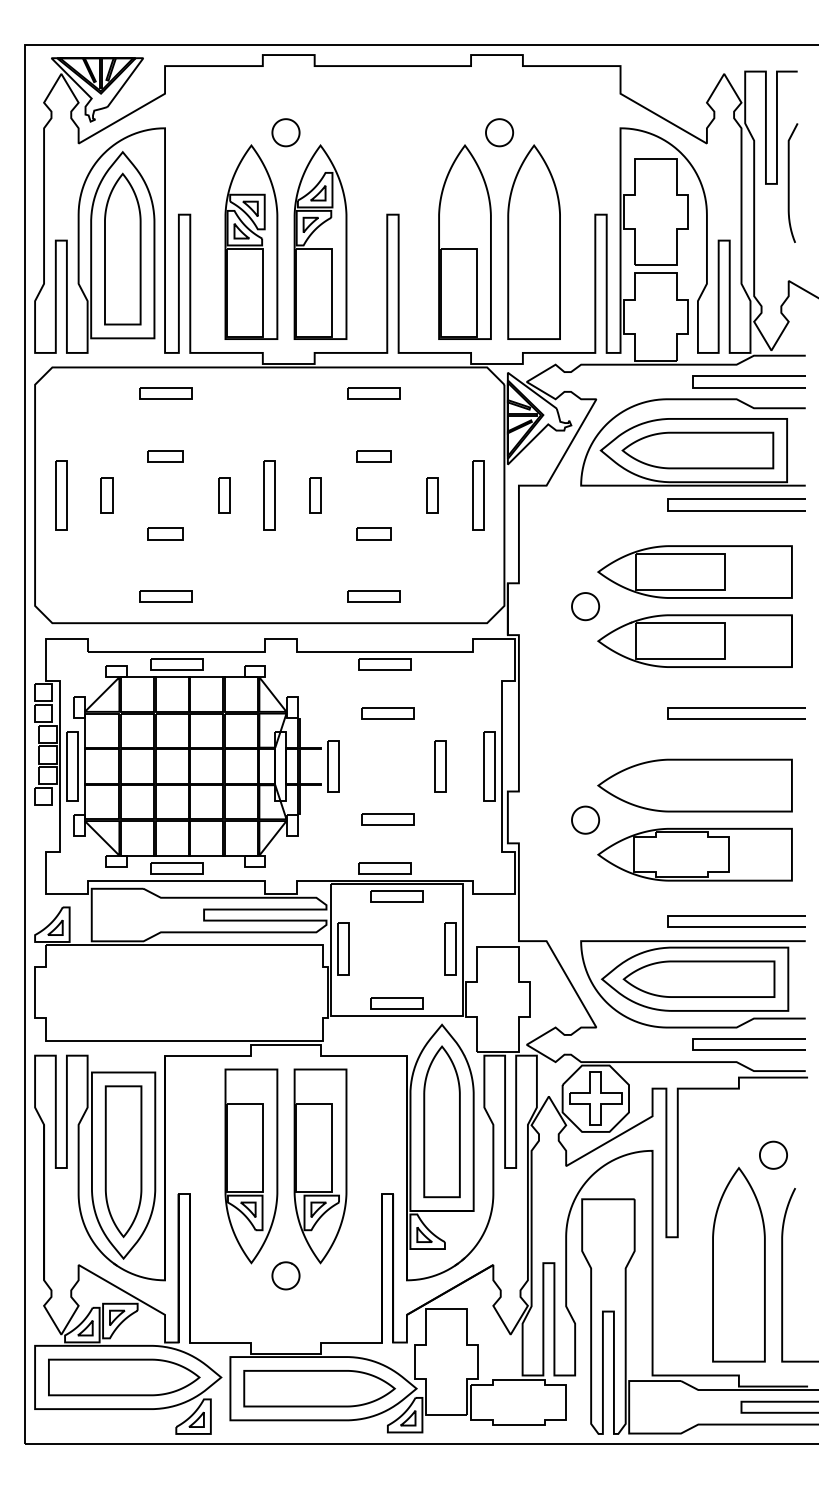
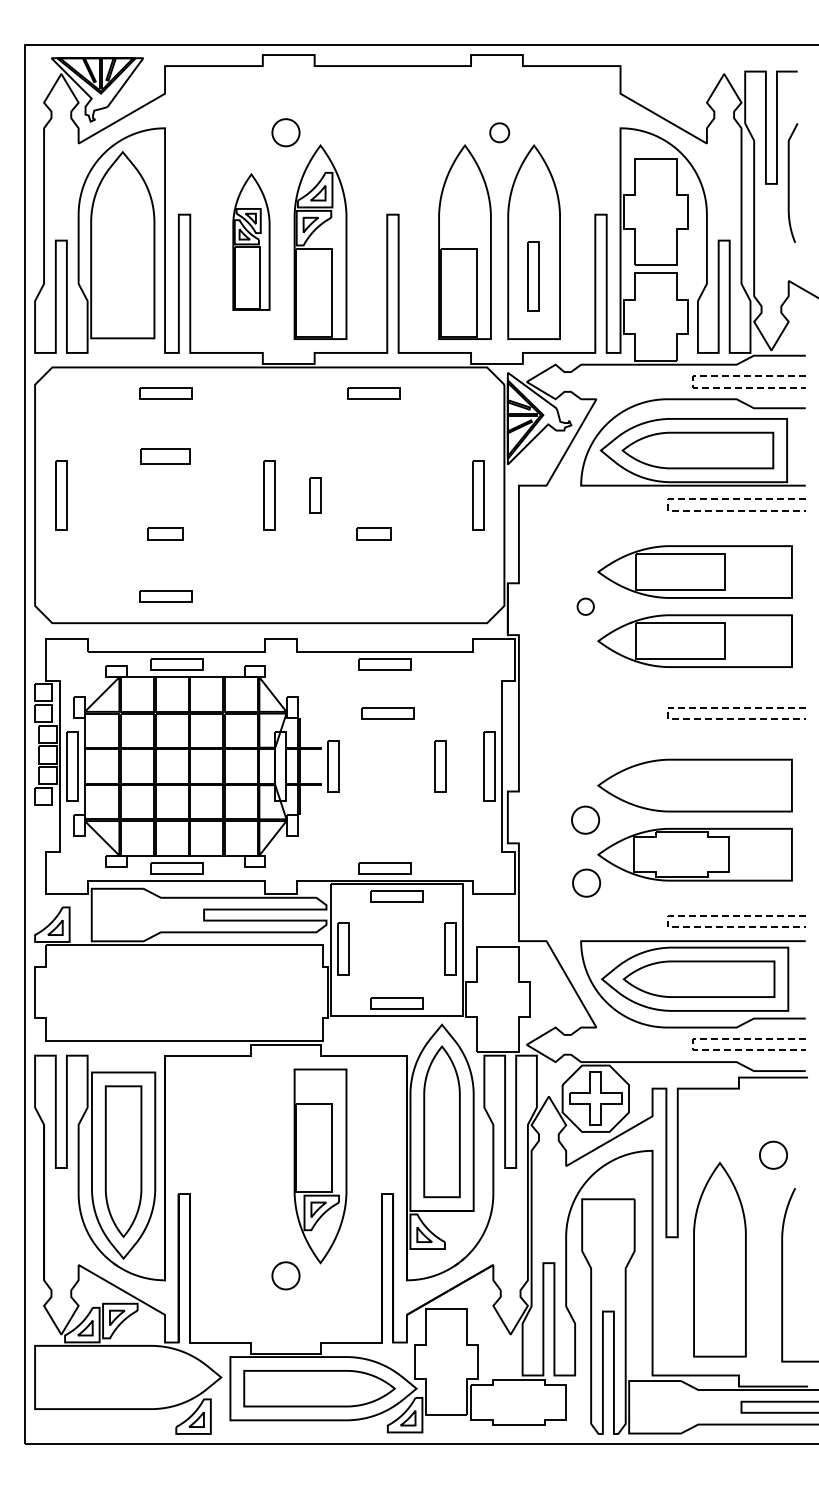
part at (499, 132) size: 30x30 px -> 22x22 px
part at (251, 241) size: 55x196 px -> 39x138 px
part at (122, 248): present -> none
part at (533, 276): none -> present
line at (693, 381): solid -> dashed
part at (165, 456) size: 37x13 px -> 51x17 px
part at (373, 456): present -> none
part at (106, 495): present -> none
part at (224, 495): present -> none
part at (432, 495): present -> none
line at (667, 505): solid -> dashed
part at (373, 596): present -> none
part at (585, 606) size: 30x30 px -> 19x19 px
line at (667, 713): solid -> dashed
part at (387, 819): present -> none
part at (586, 882): none -> present
line at (667, 921): solid -> dashed
line at (693, 1044): solid -> dashed
part at (251, 1166): present -> none
part at (738, 1264) position: (738, 1264) -> (719, 1259)
part at (124, 1377): present -> none
